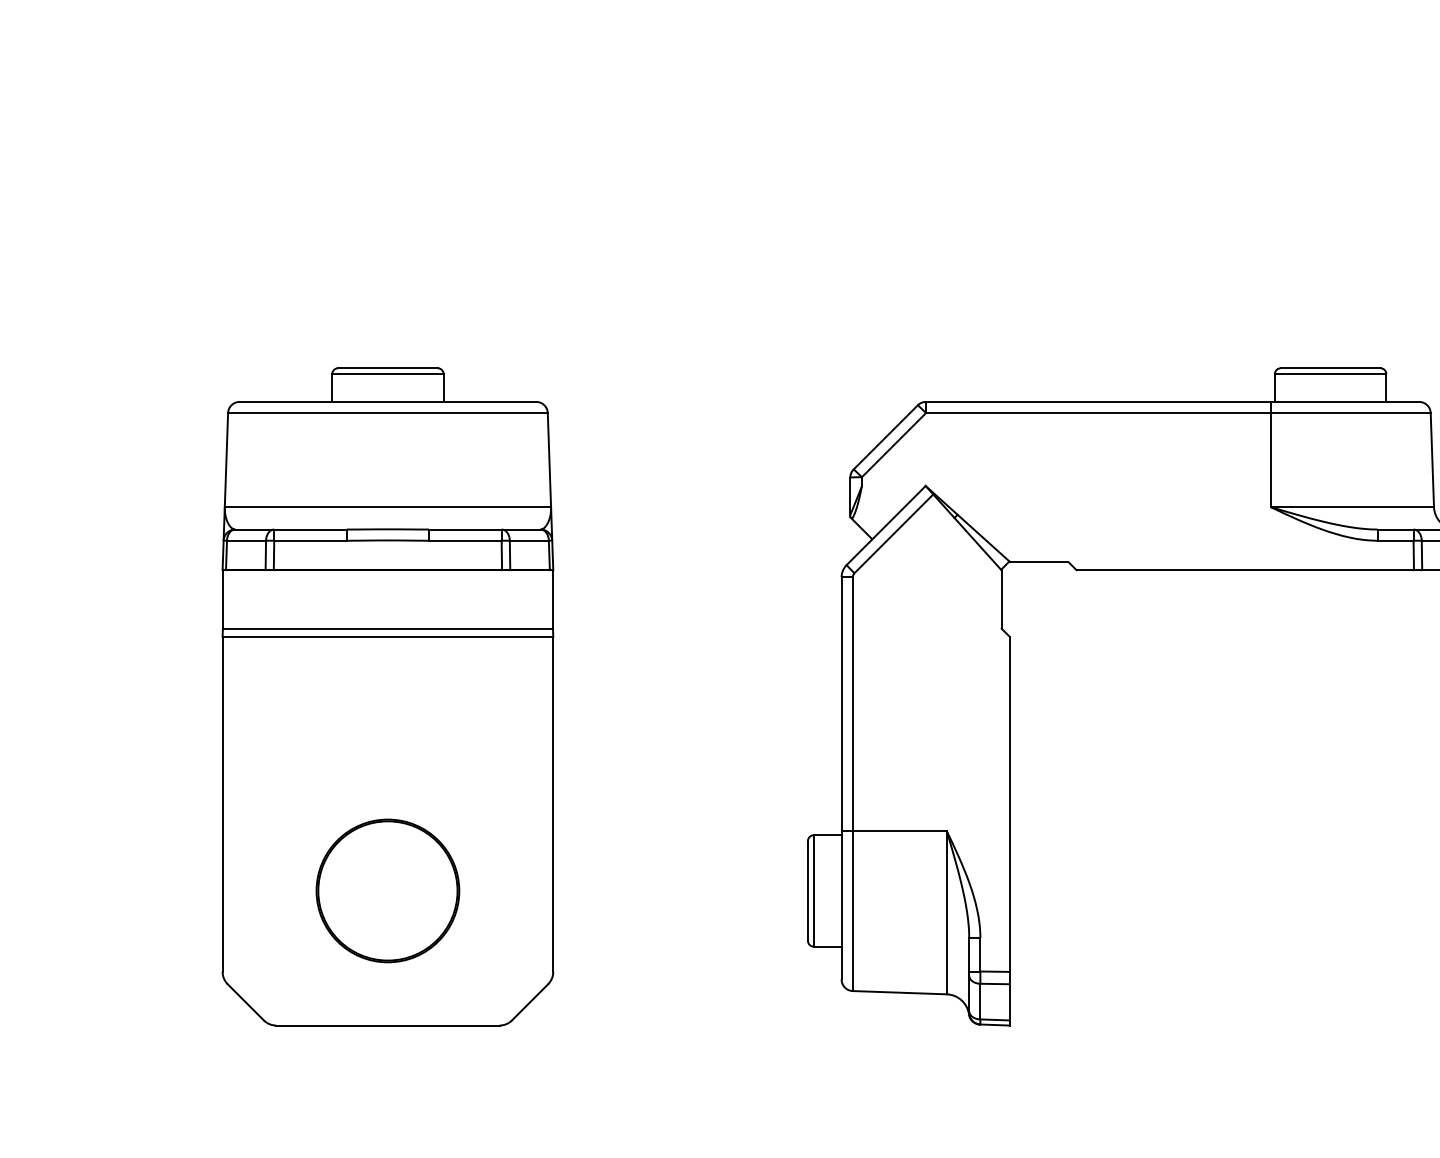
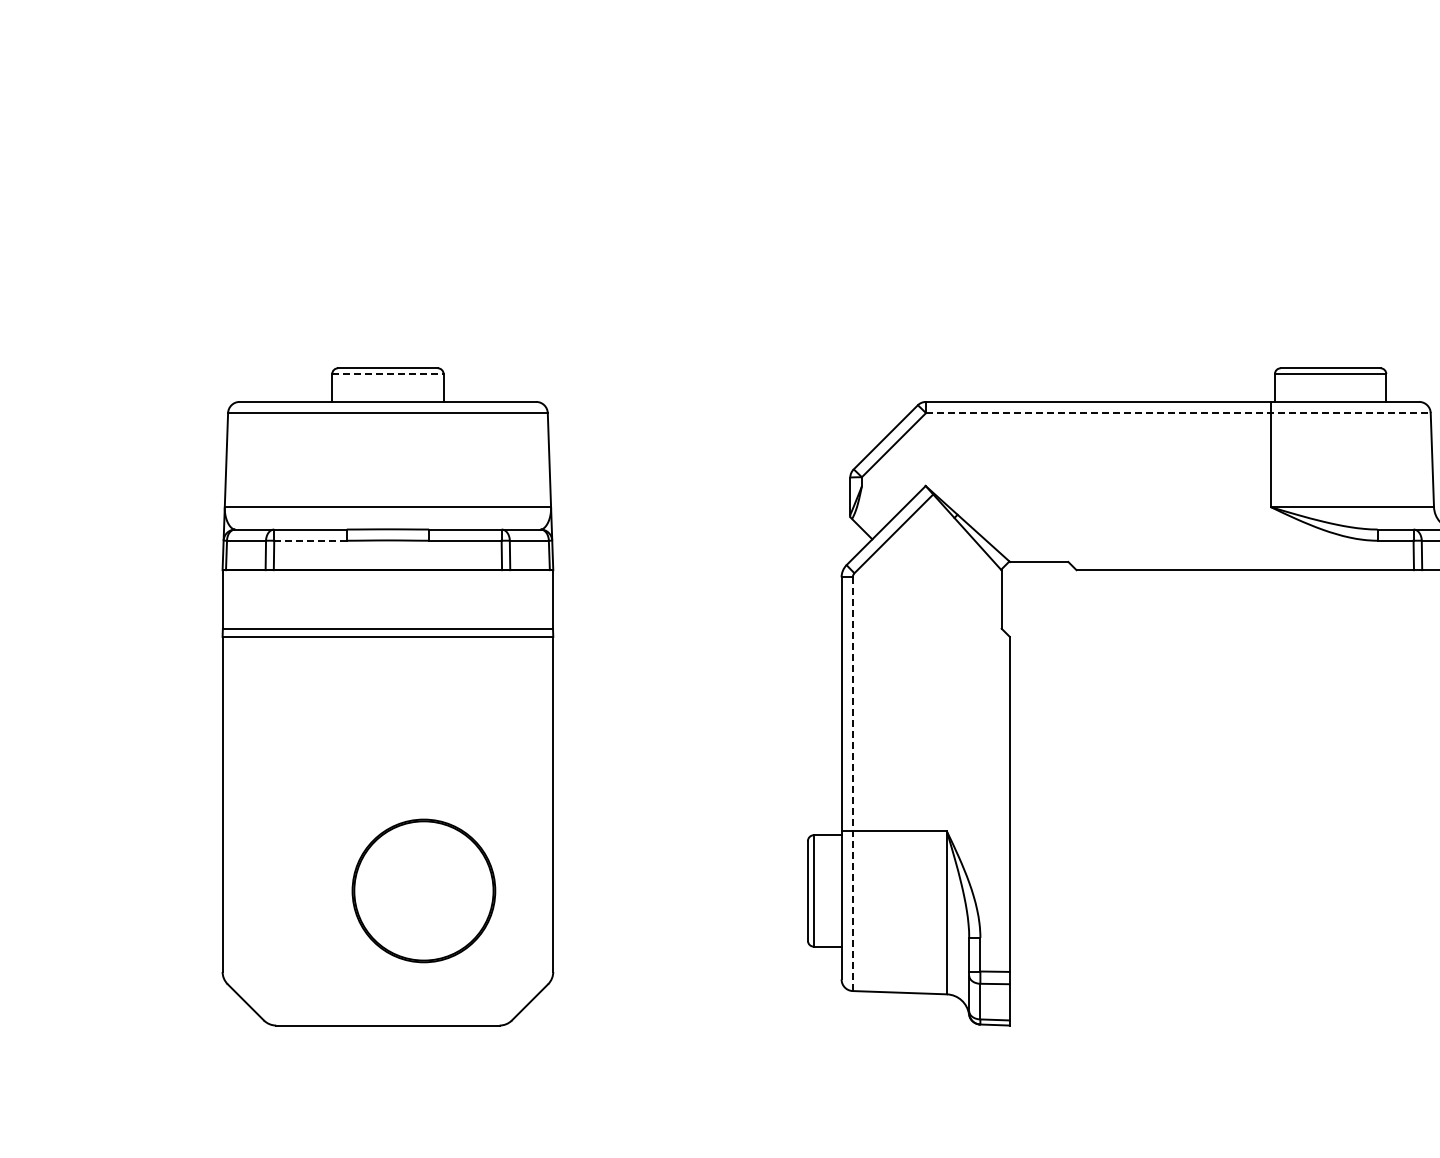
line at (387, 374): solid -> dashed
line at (1178, 413): solid -> dashed
line at (311, 540): solid -> dashed
line at (852, 784): solid -> dashed
part at (387, 890) position: (387, 890) -> (423, 890)
